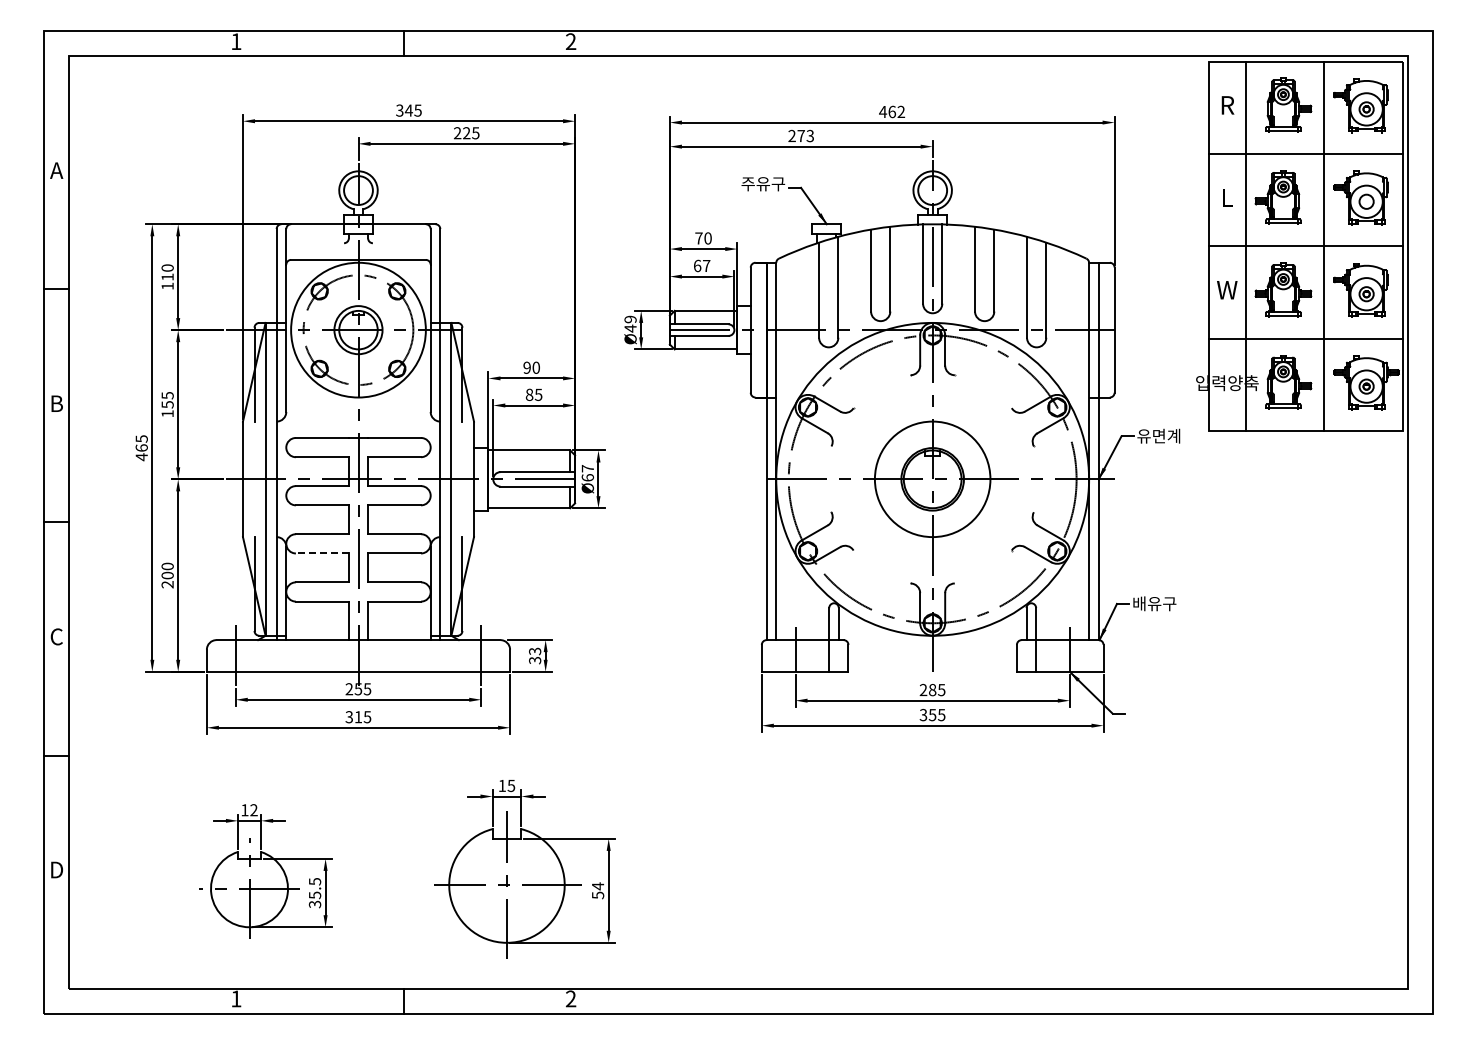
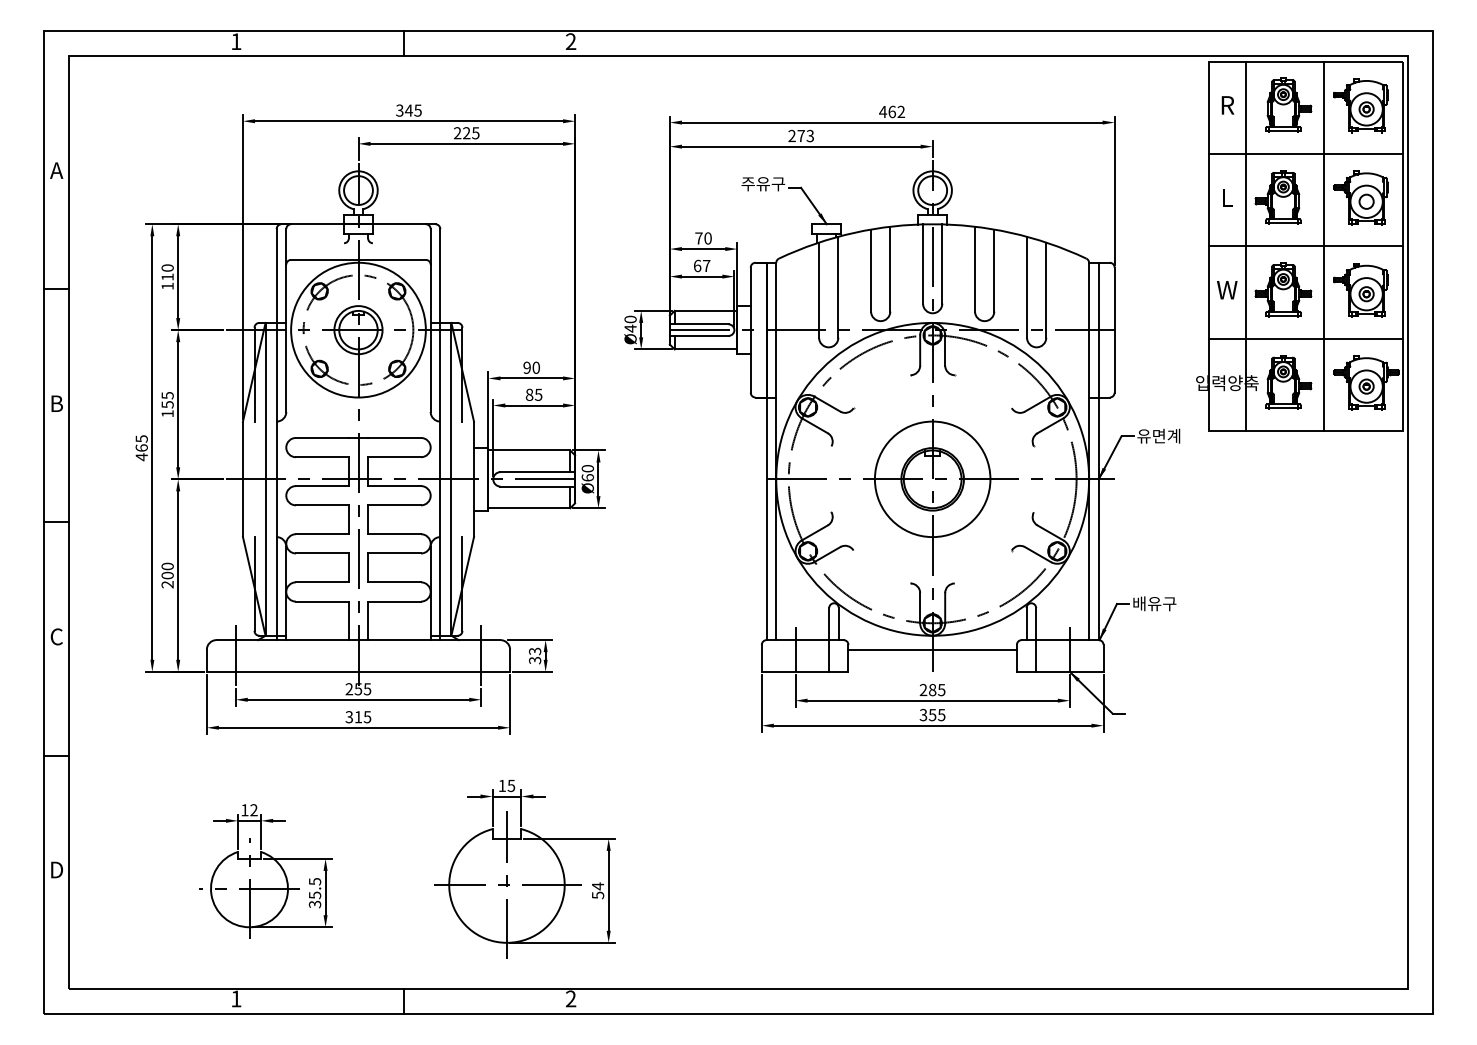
text at (630, 319): Ø49 -> Ø40
text at (587, 468): Ø67 -> Ø60
line at (321, 553): dashed -> solid
line at (932, 649): none -> present
